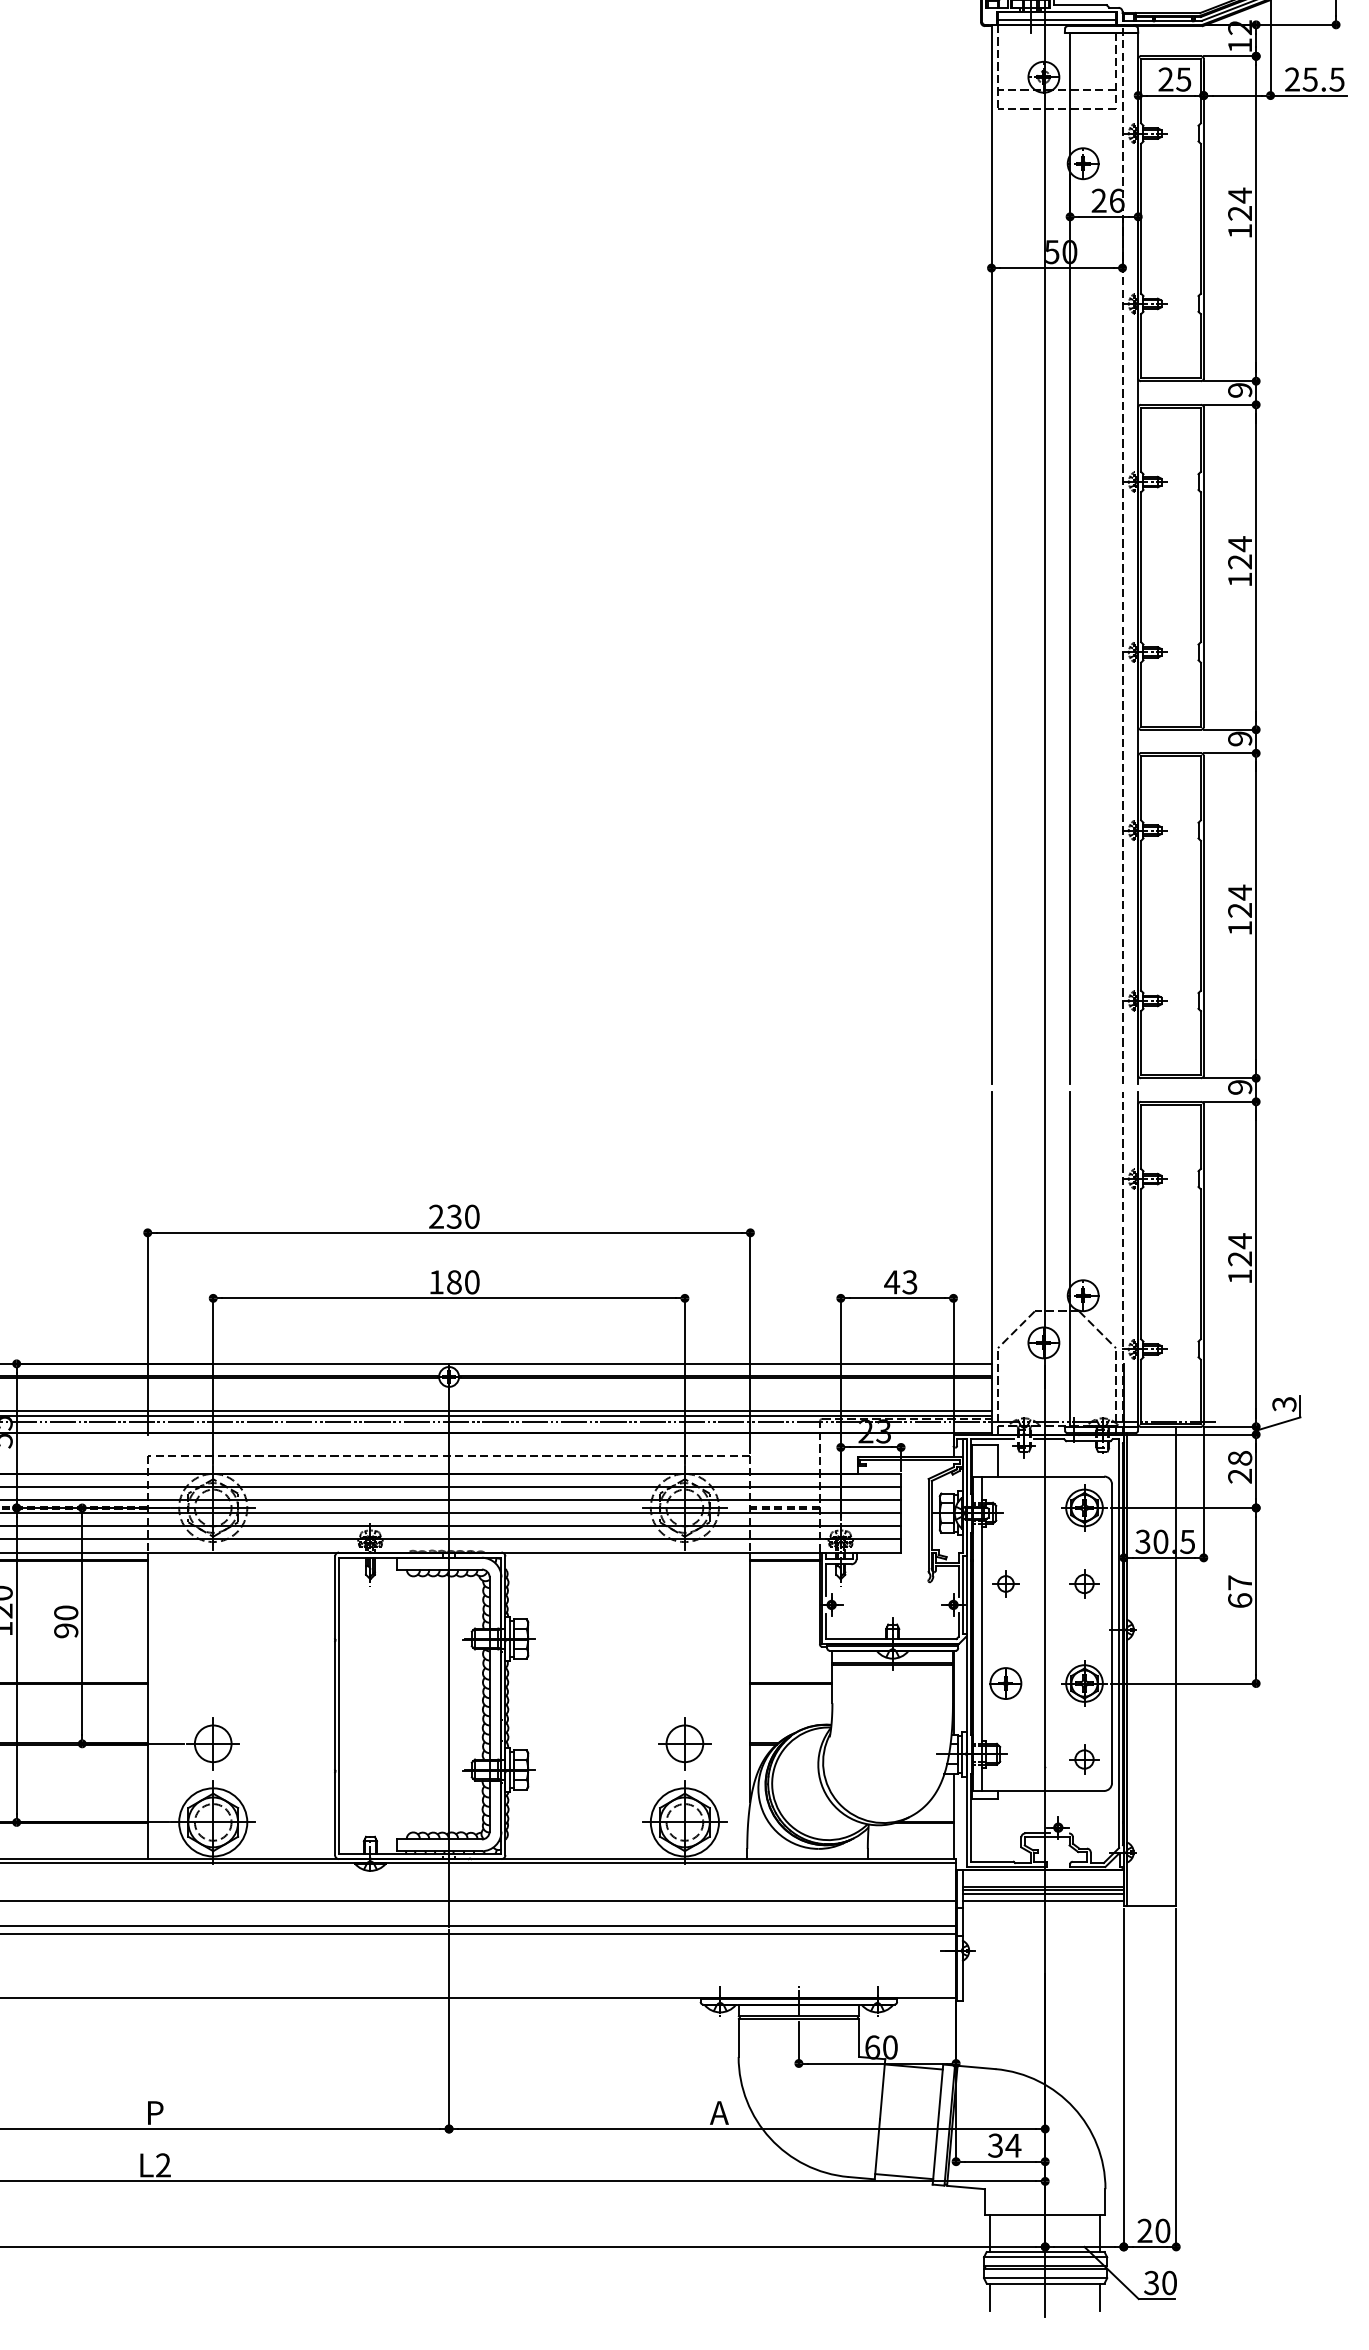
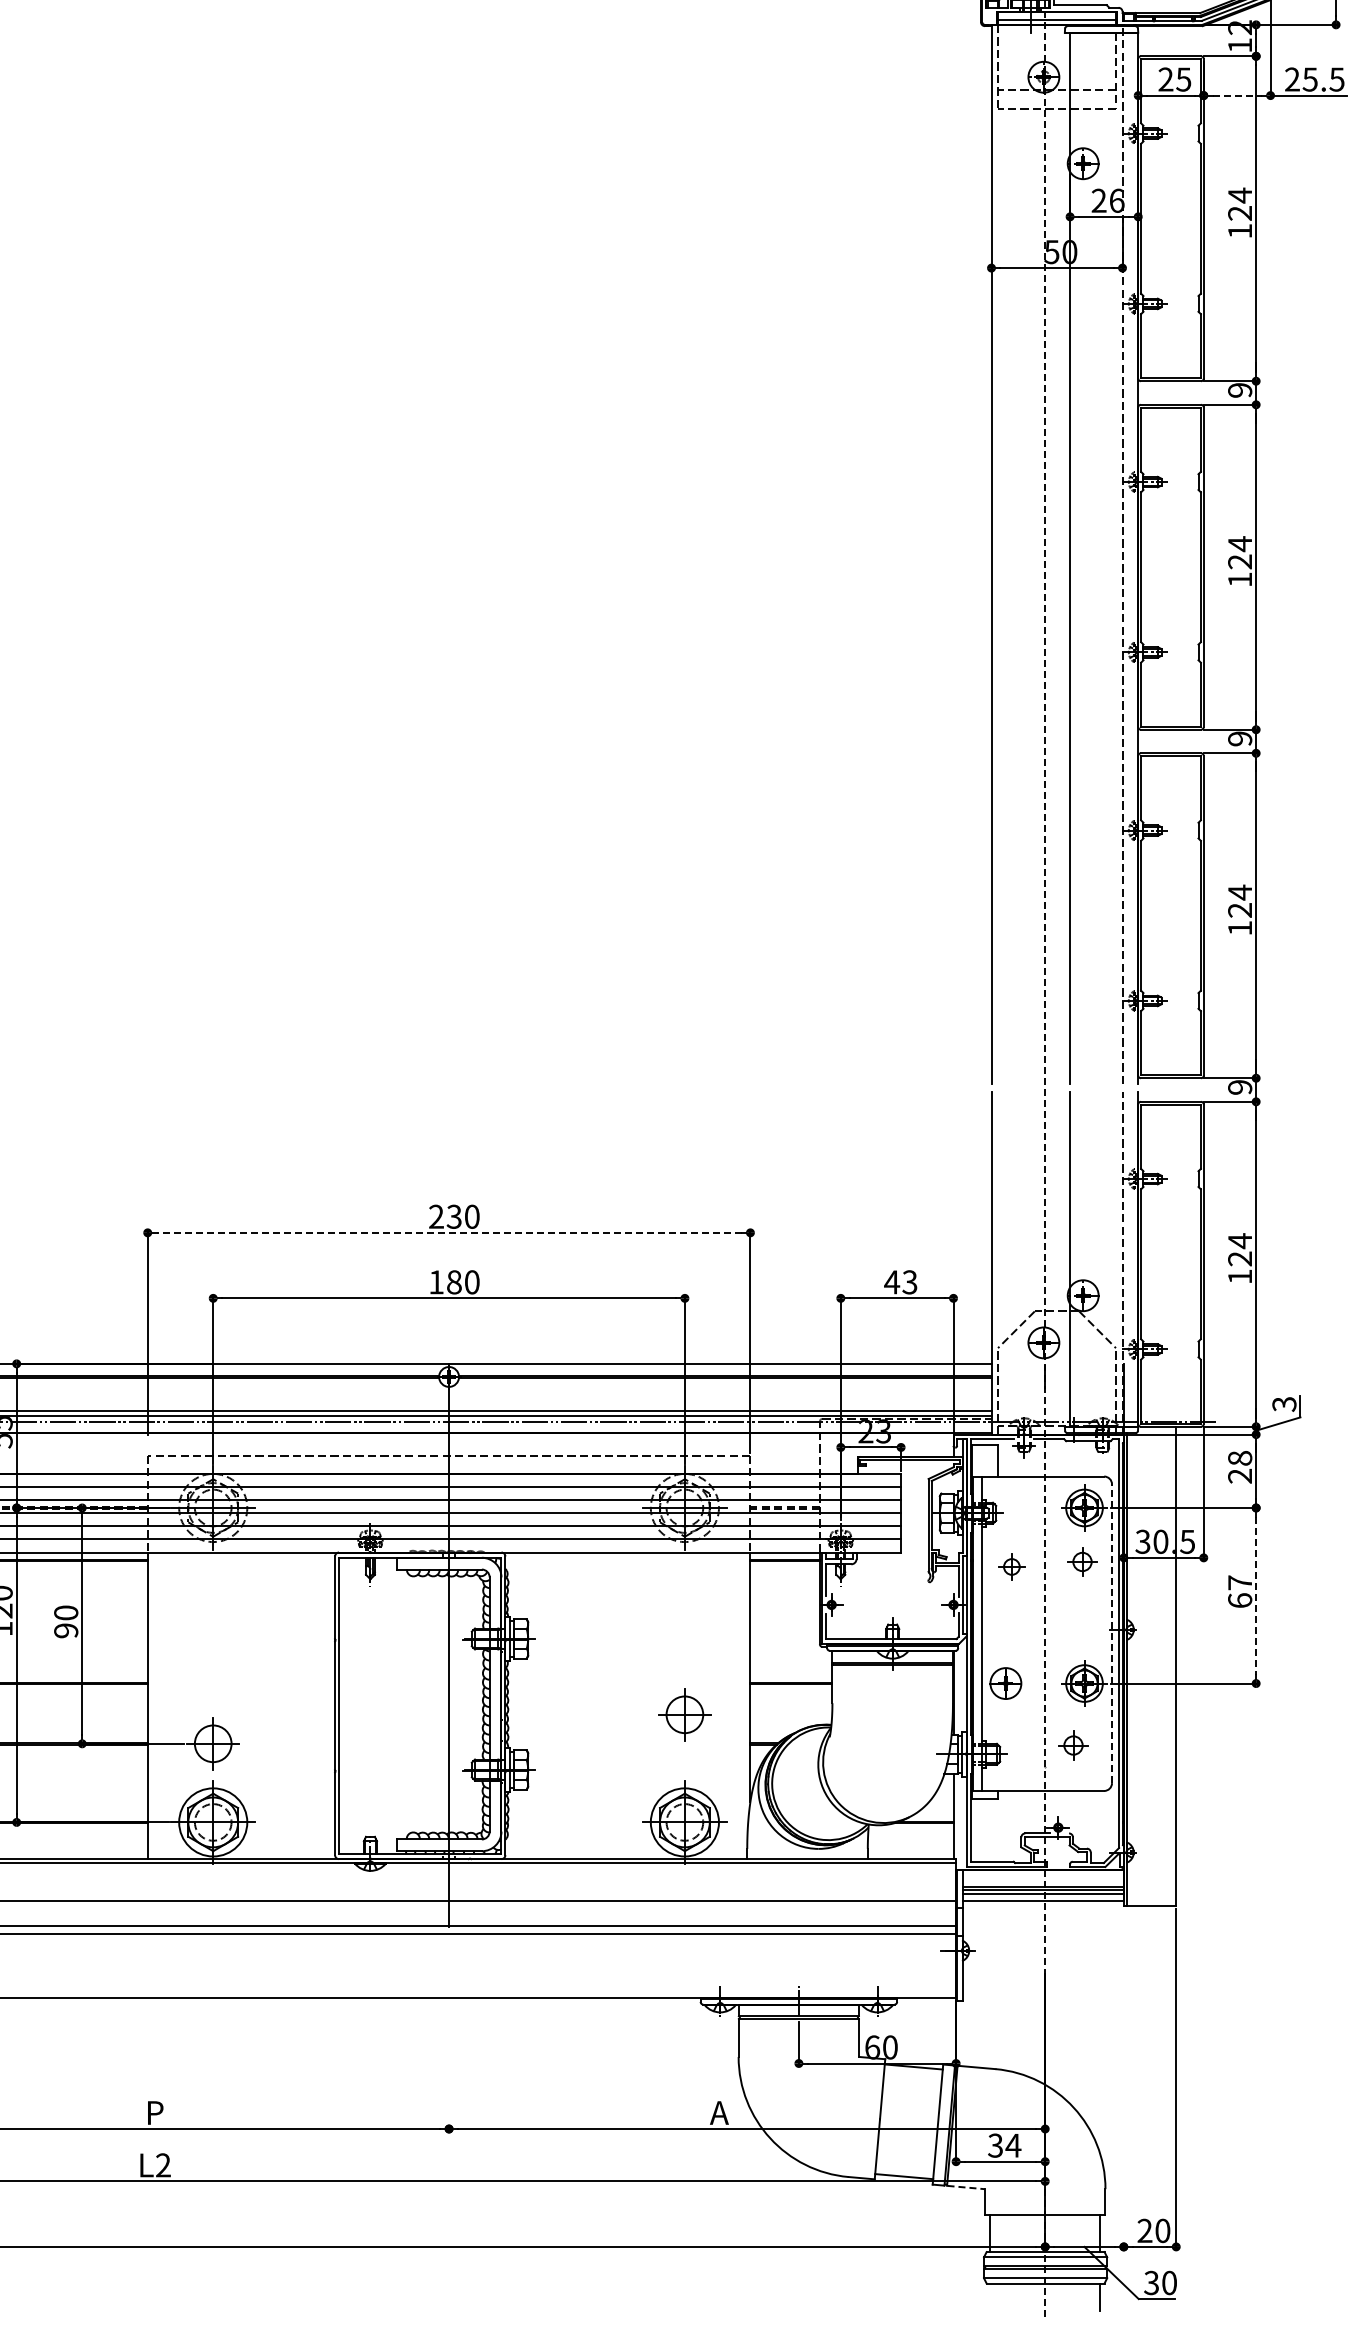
line at (1237, 95): solid -> dashed
line at (1045, 1159): solid -> dashed
line at (448, 1232): solid -> dashed
part at (1005, 1583) position: (1005, 1583) -> (1011, 1566)
part at (1084, 1583) position: (1084, 1583) -> (1082, 1561)
line at (1256, 1595): solid -> dashed
line at (1112, 1633): solid -> dashed
part at (684, 1743) position: (684, 1743) -> (684, 1714)
part at (1084, 1759) position: (1084, 1759) -> (1073, 1745)
line at (449, 2030): present -> none
line at (1123, 2078): present -> none
line at (966, 2187): solid -> dashed
line at (990, 2297): present -> none
